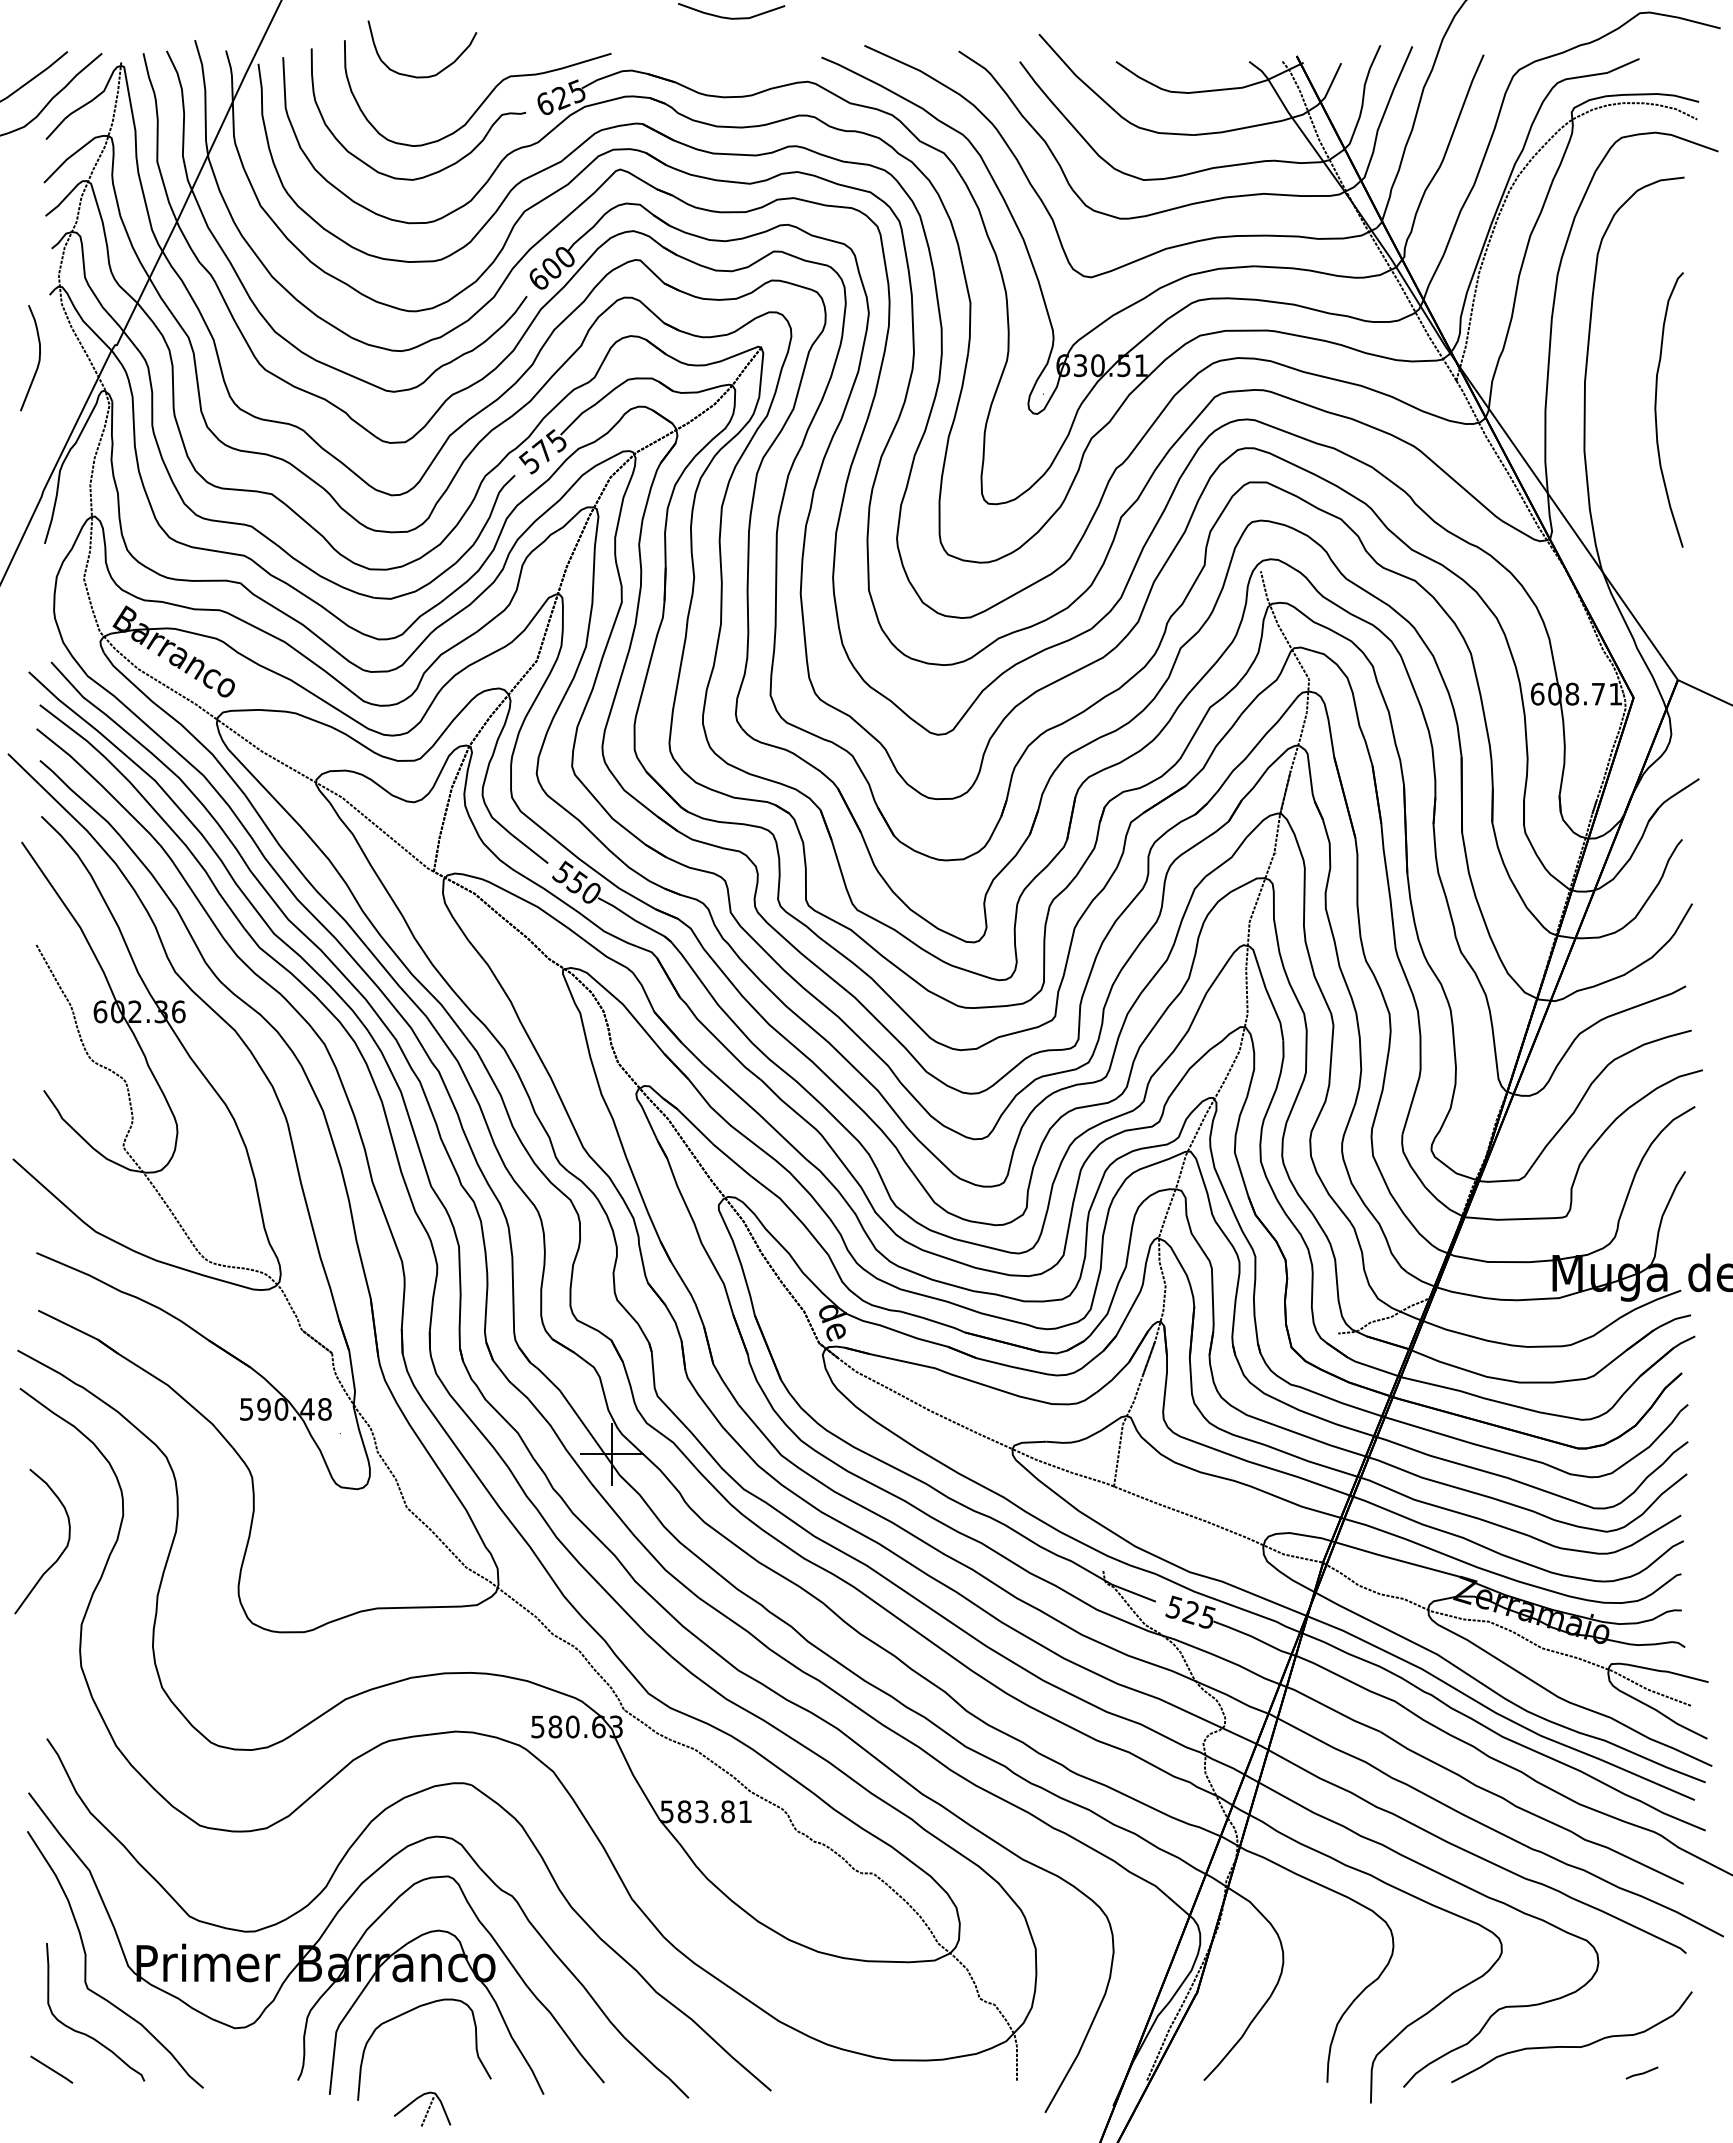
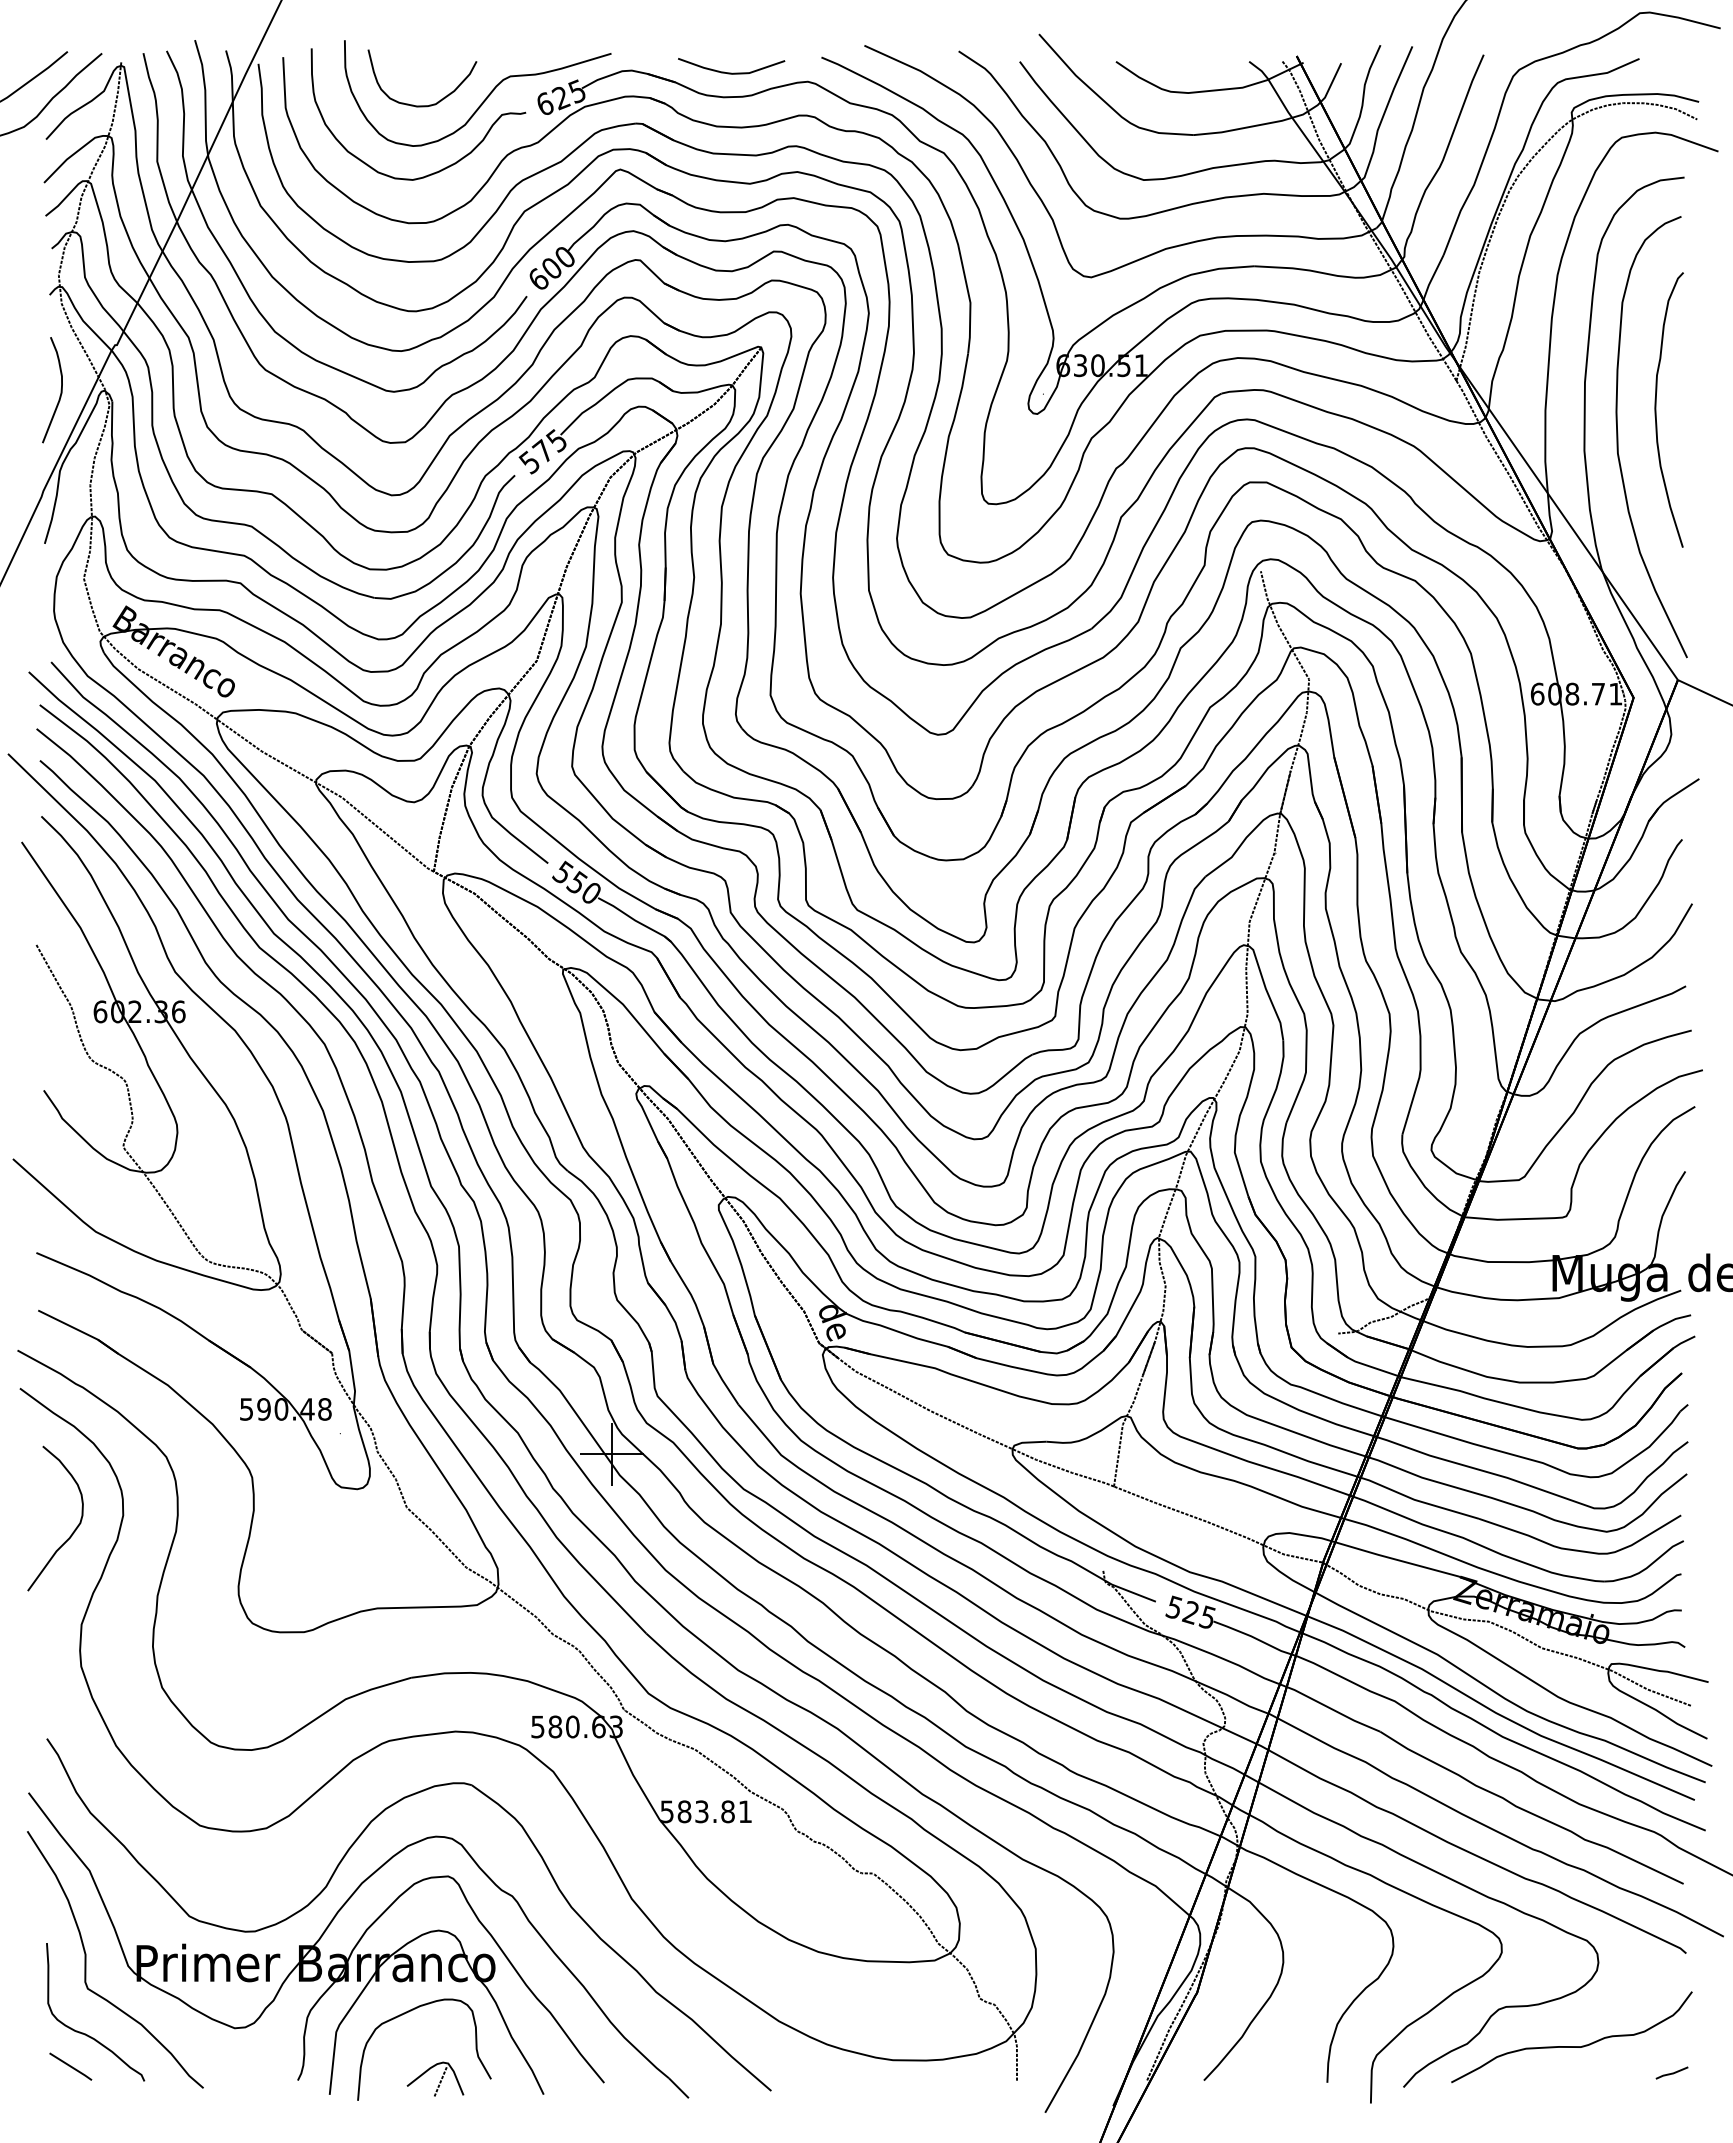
curve at (731, 17) position: (731, 17) -> (731, 72)
curve at (429, 75) position: (429, 75) -> (429, 104)
curve at (38, 358) position: (38, 358) -> (60, 390)
curve at (1618, 437): none -> present
curve at (58, 1556) position: (58, 1556) -> (71, 1533)
line at (51, 2069) position: (51, 2069) -> (70, 2066)
line at (1641, 2072) position: (1641, 2072) -> (1671, 2072)
part at (422, 2108) position: (422, 2108) -> (435, 2078)
